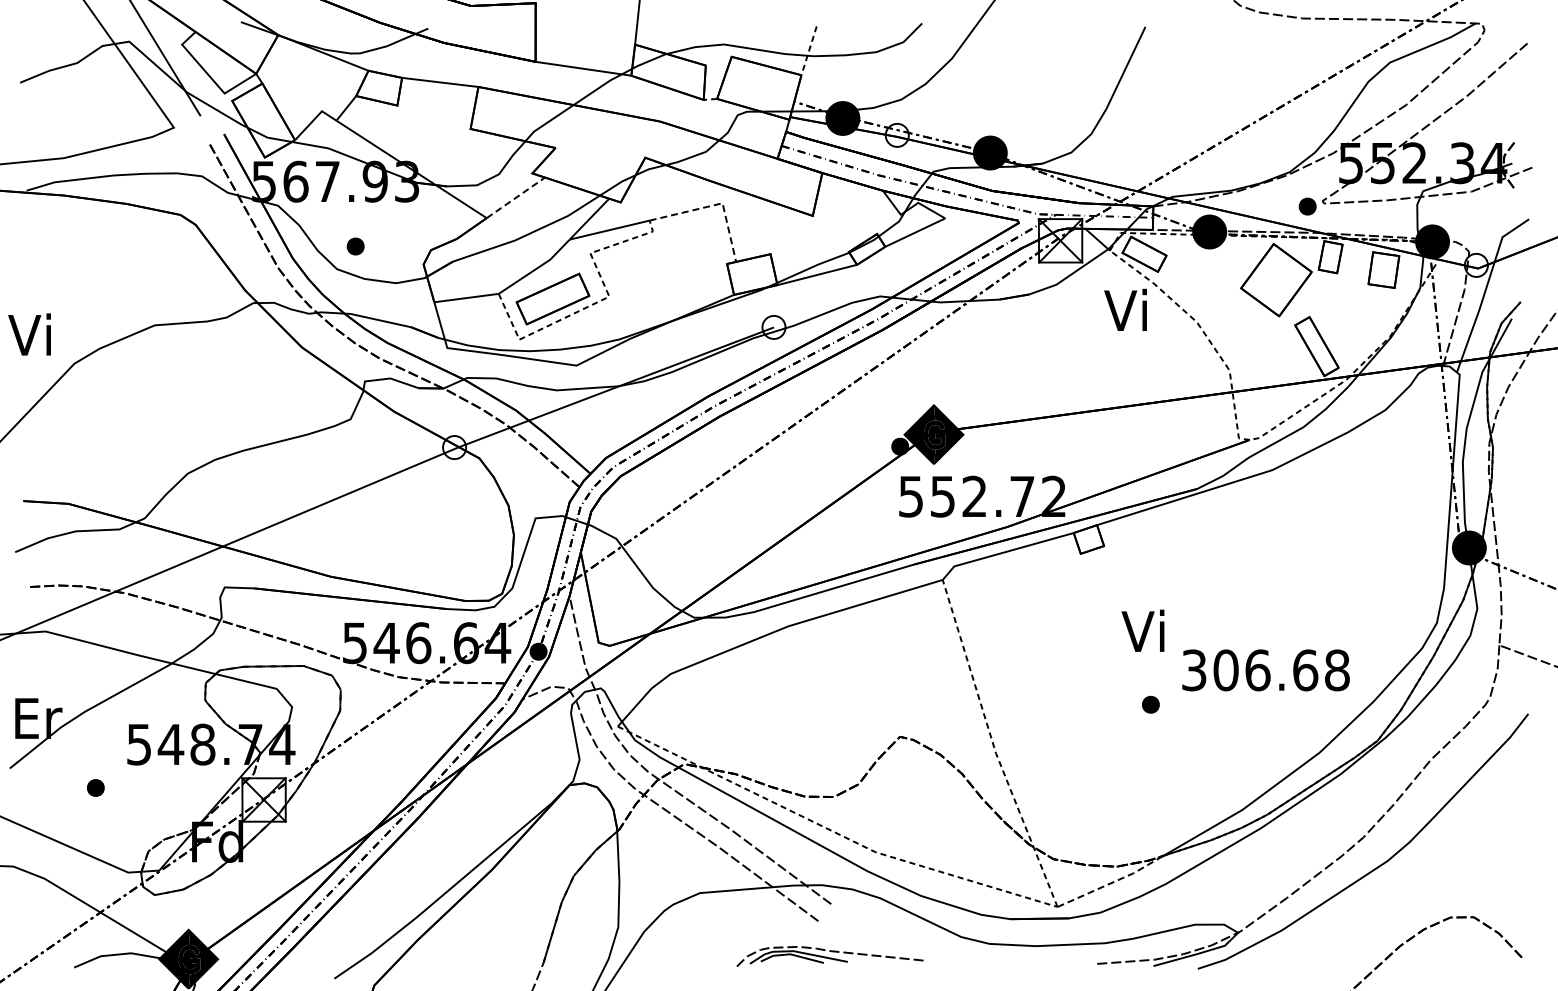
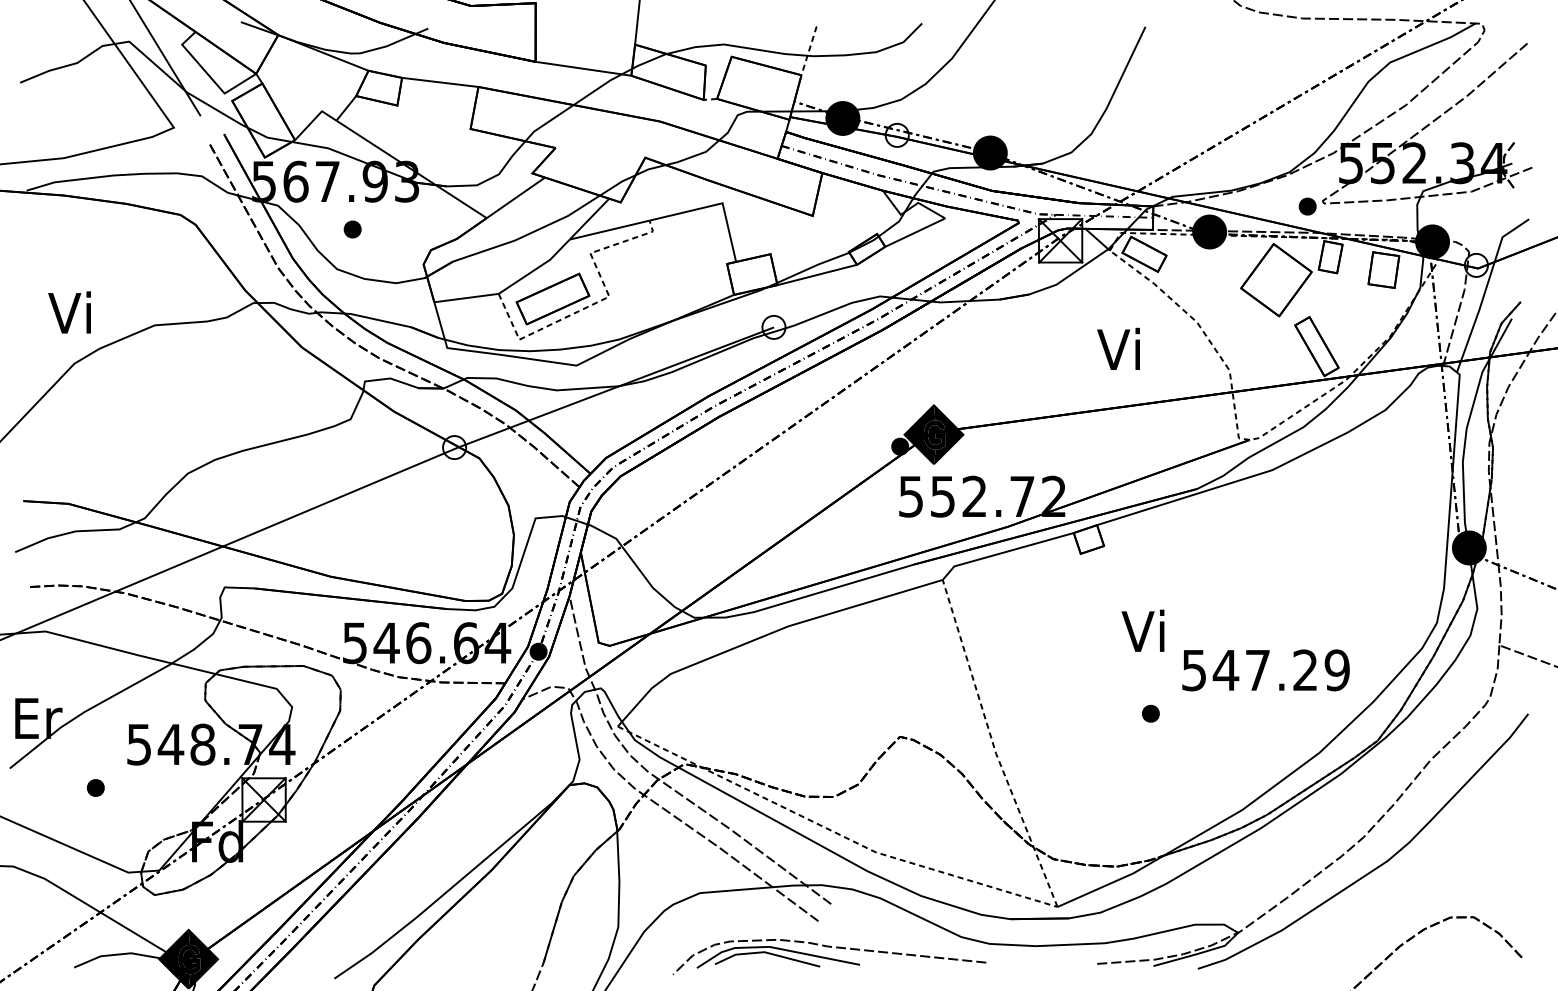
line at (515, 197): dashed -> solid
line at (716, 204): dashed -> solid
part at (355, 246) position: (355, 246) -> (352, 229)
text at (1125, 309) position: (1125, 309) -> (1118, 348)
text at (29, 334) position: (29, 334) -> (69, 312)
text at (1265, 670): 306.68 -> 547.29
part at (1150, 704) position: (1150, 704) -> (1150, 713)
line at (1112, 882): dashed -> solid
part at (829, 956) size: 188x21 px -> 315x37 px
